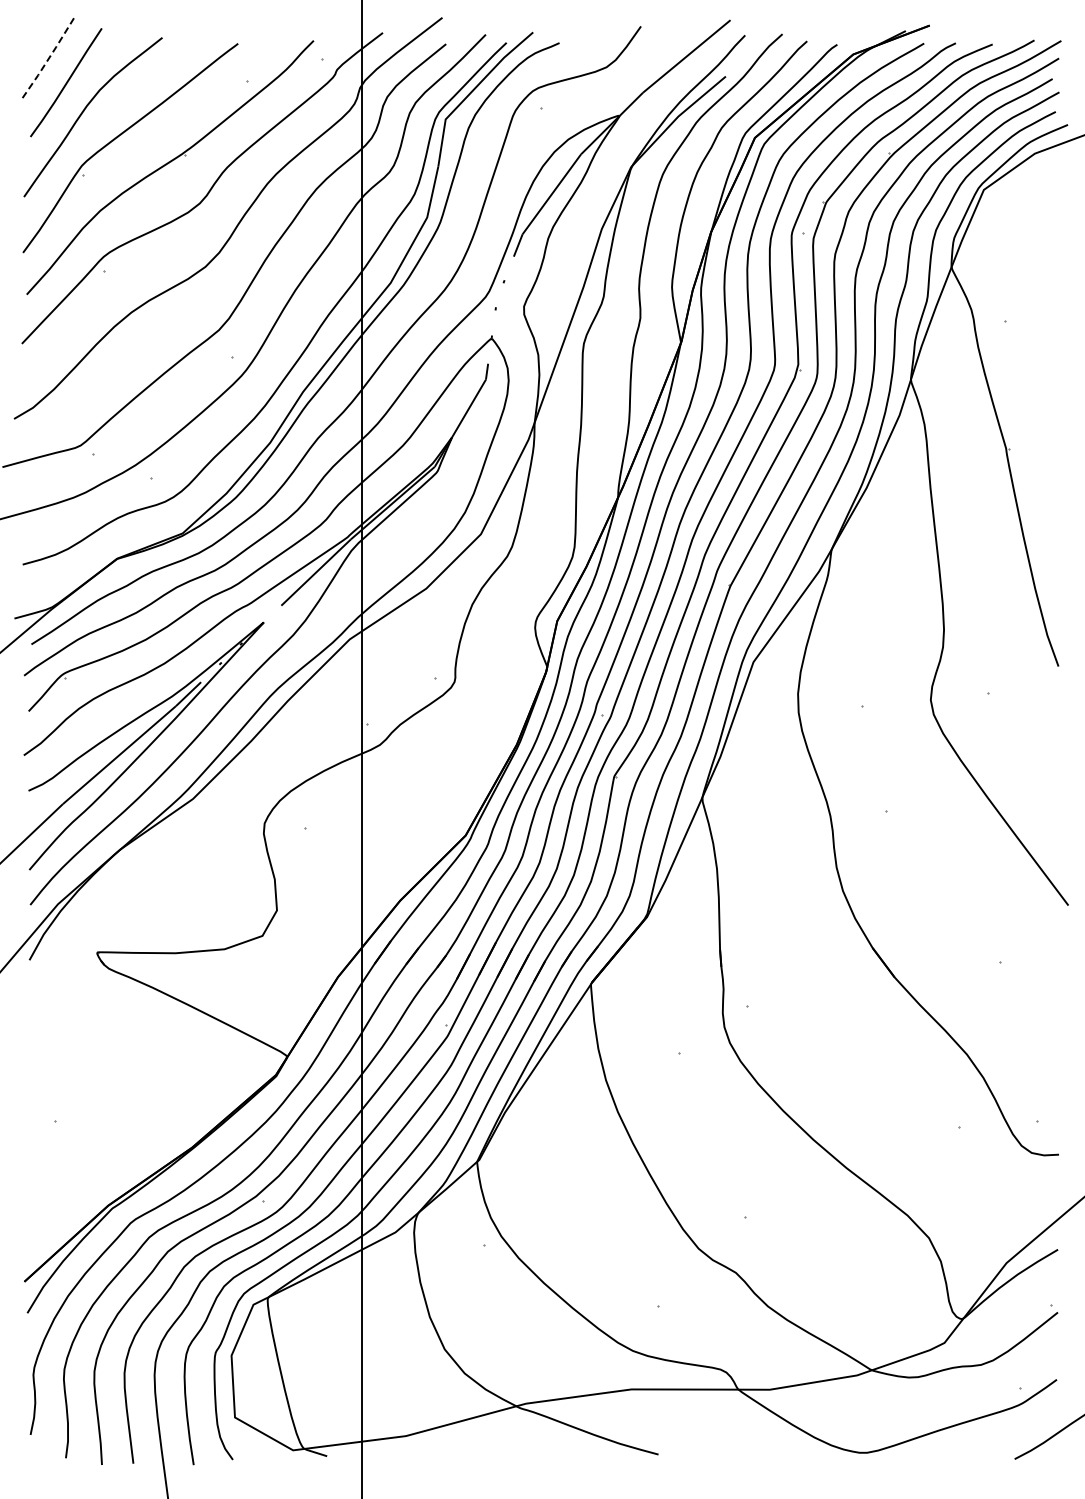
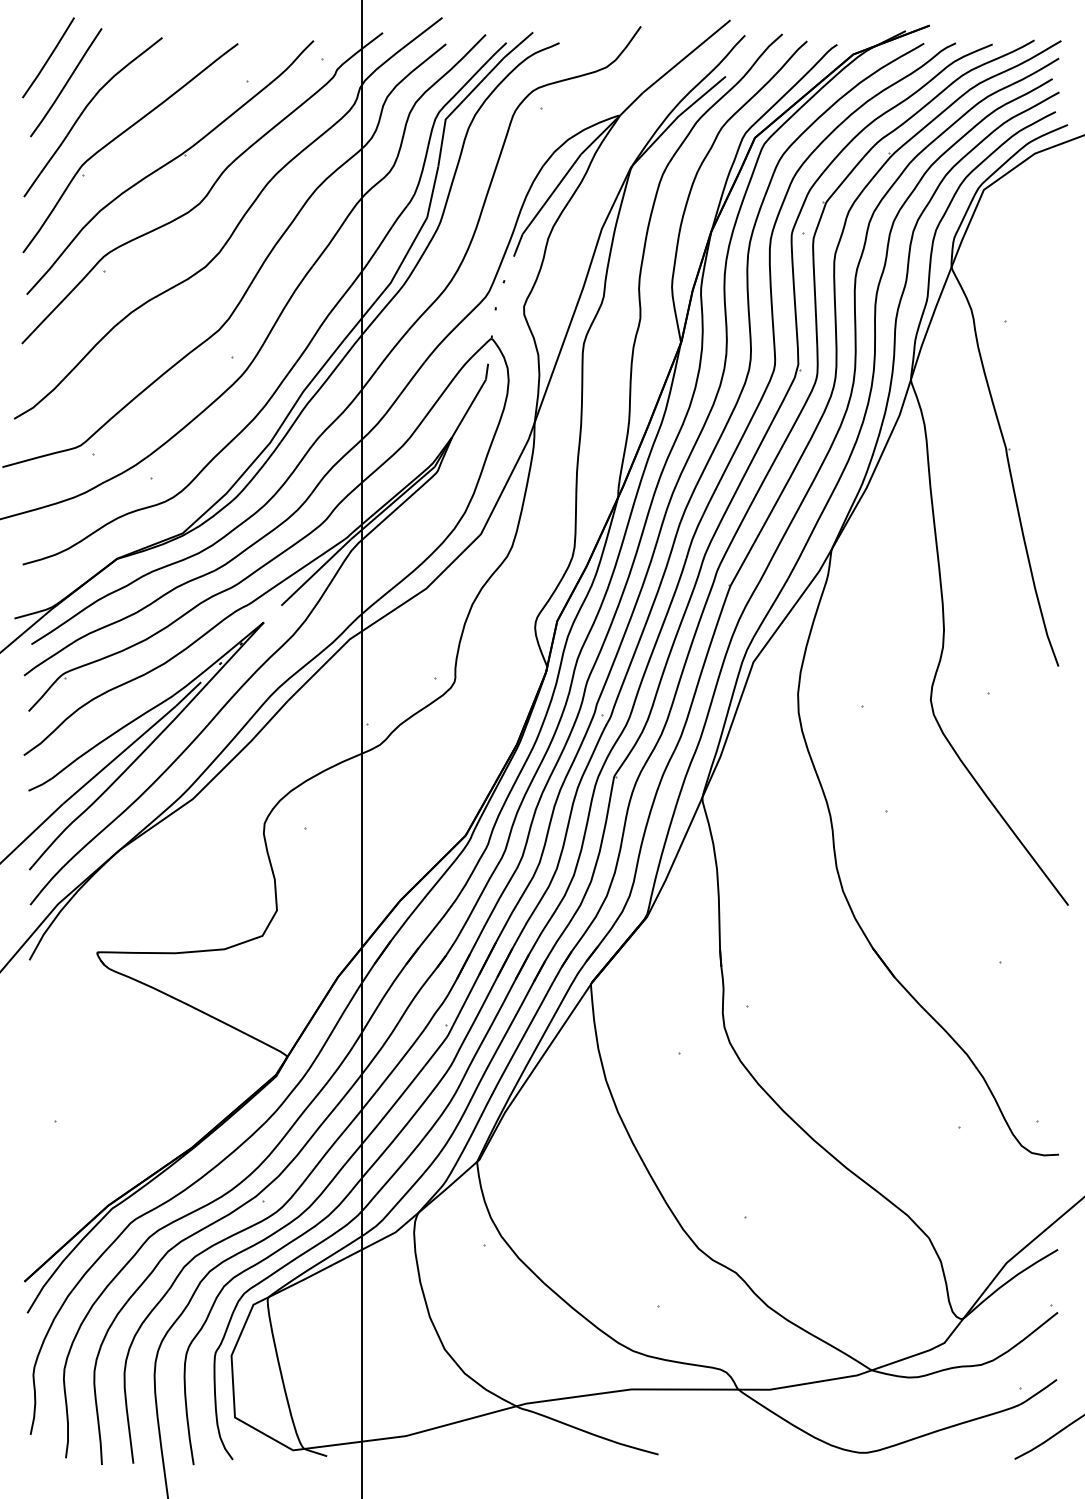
line at (49, 57): dashed -> solid
